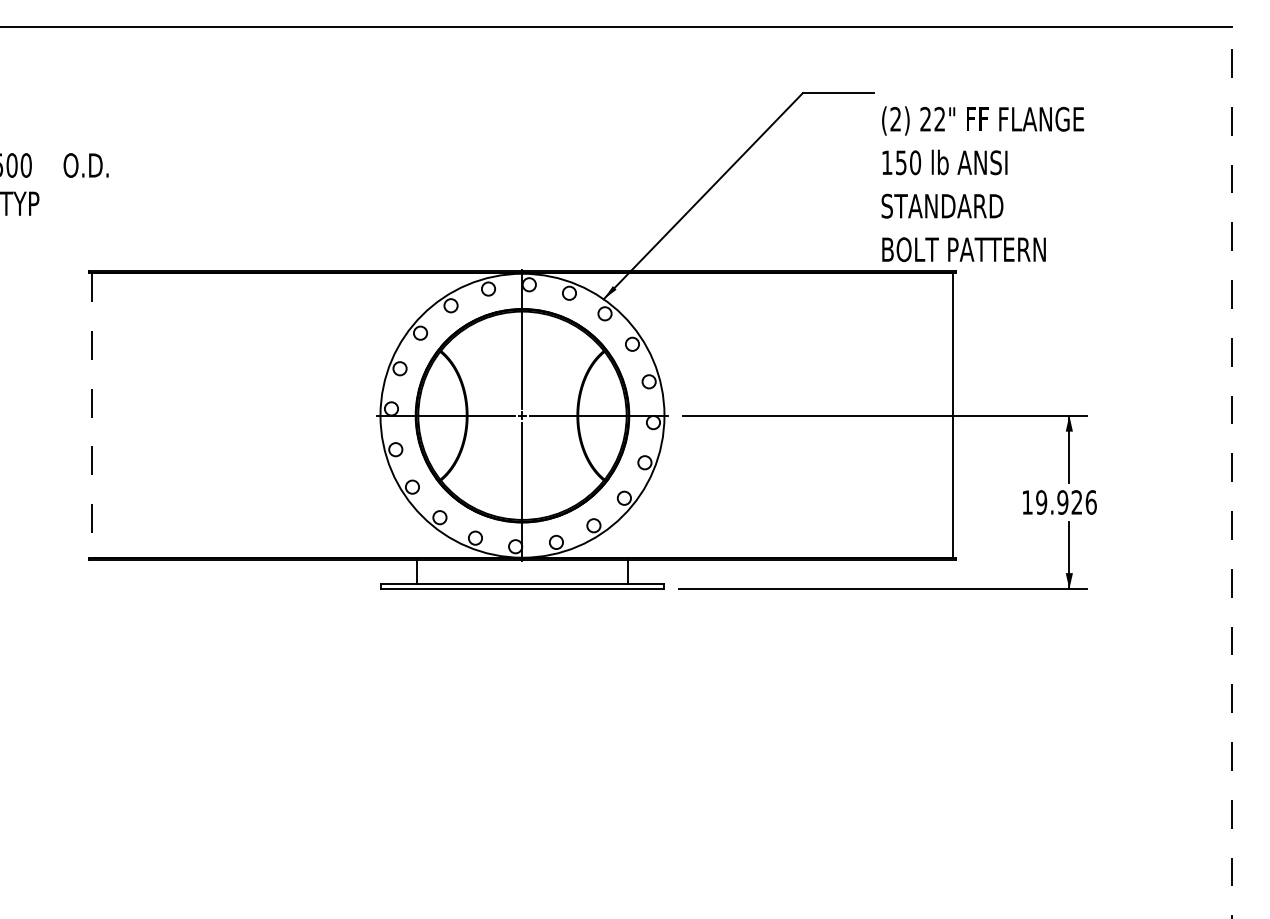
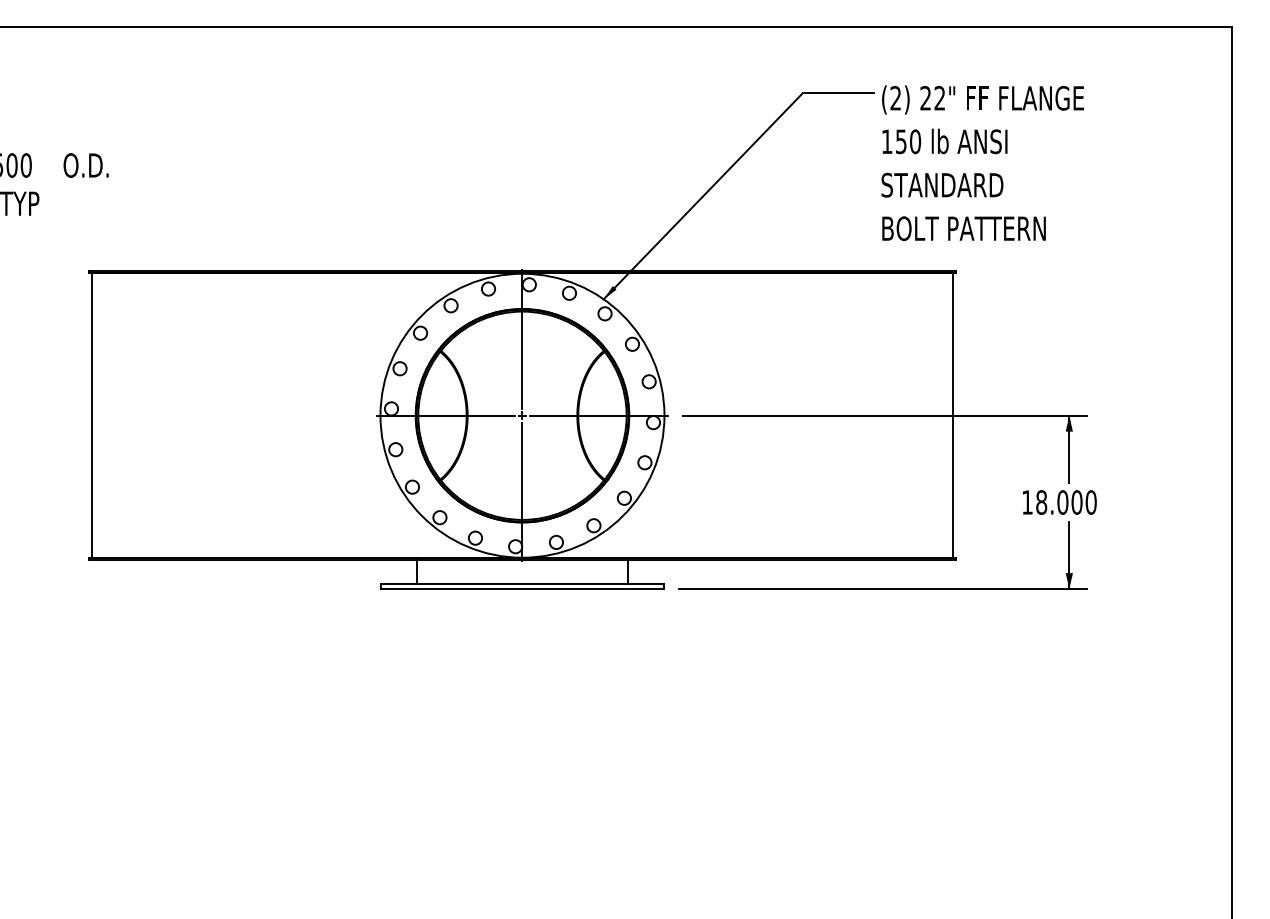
text at (982, 184) position: (982, 184) -> (982, 163)
line at (91, 415): dashed -> solid
line at (1231, 472): dashed -> solid
text at (1066, 502): 19.926 -> 18.000
